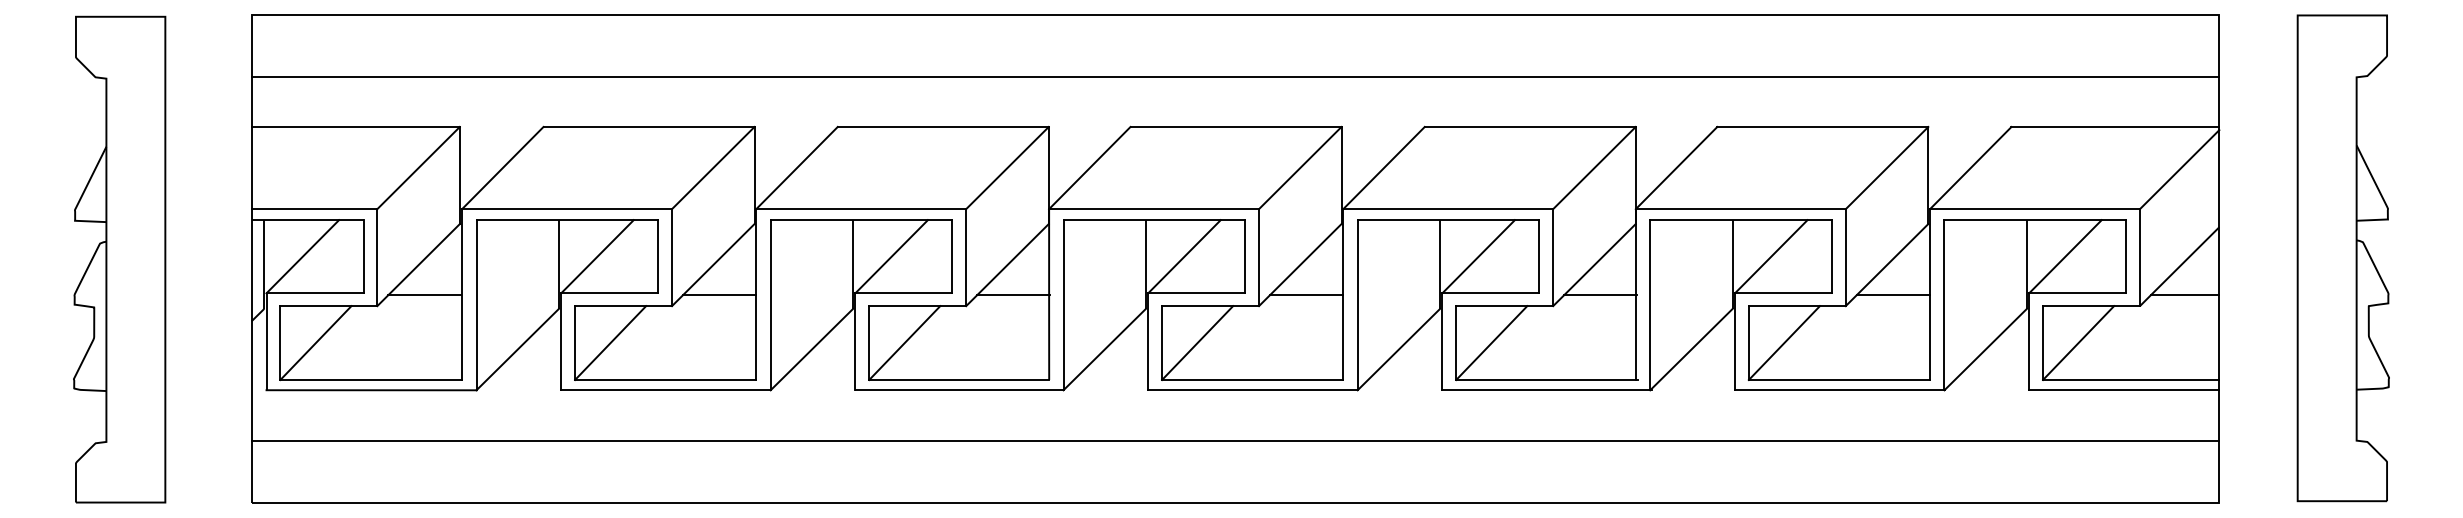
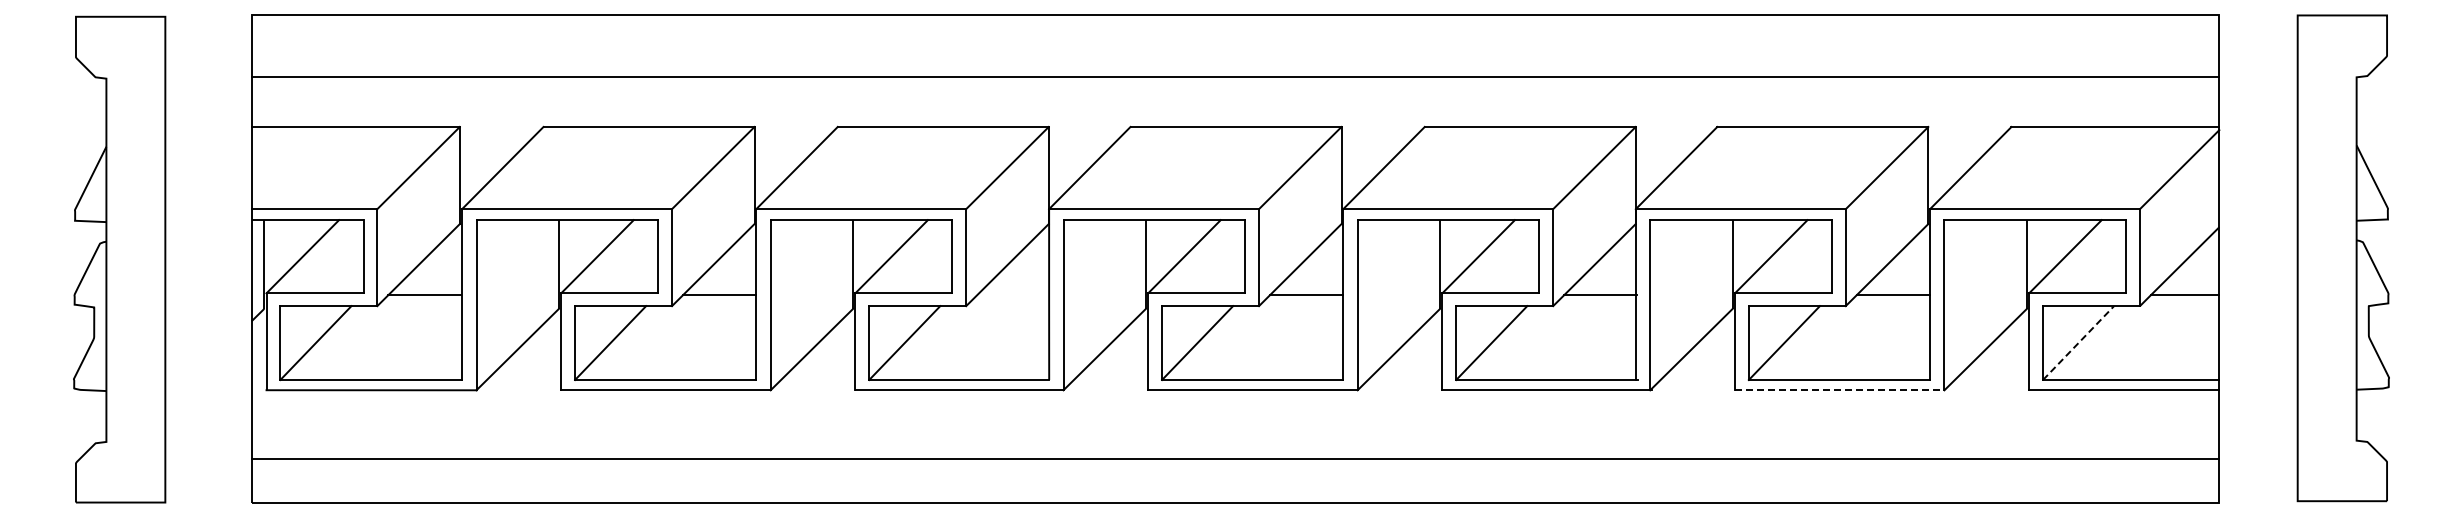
line at (1013, 295): present -> none
line at (2078, 342): solid -> dashed
line at (1839, 390): solid -> dashed
line at (1235, 441) position: (1235, 441) -> (1235, 459)
